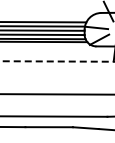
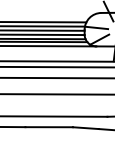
line at (49, 46): none -> present
line at (57, 61): dashed -> solid
line at (56, 66): none -> present
line at (56, 77): none -> present
